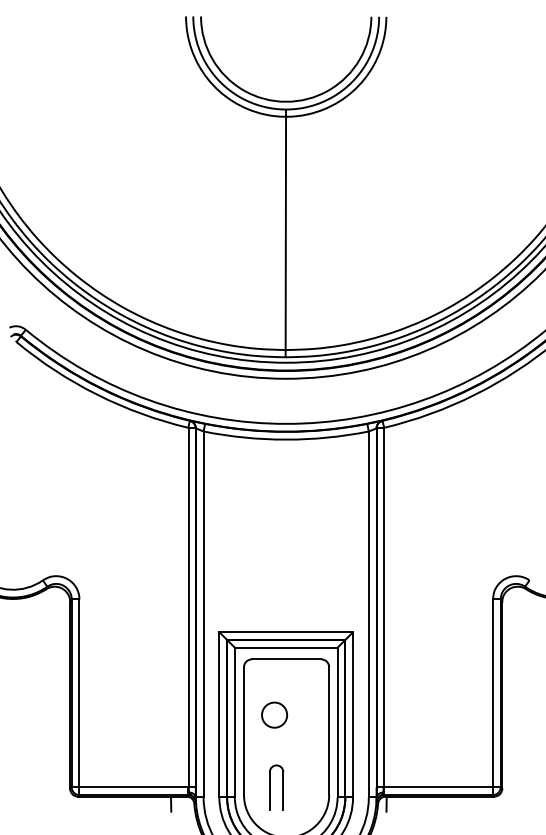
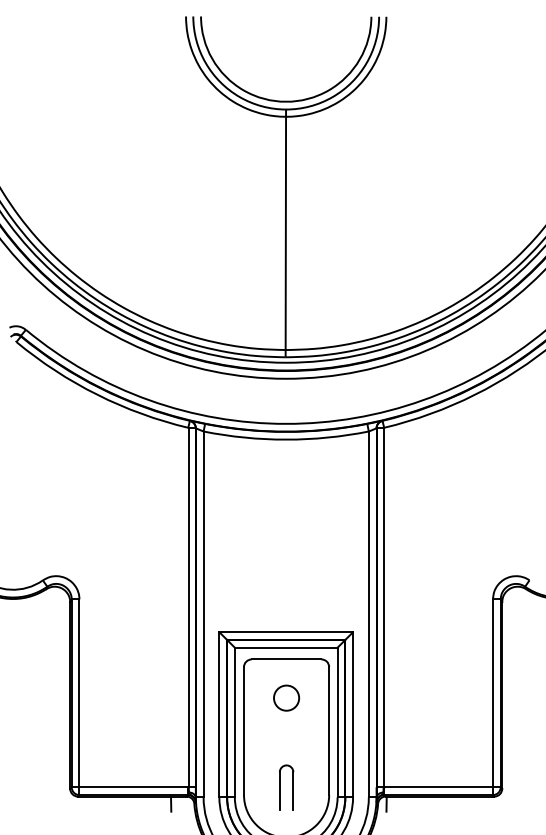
circle at (274, 714) position: (274, 714) -> (286, 697)
part at (276, 787) position: (276, 787) -> (286, 787)
